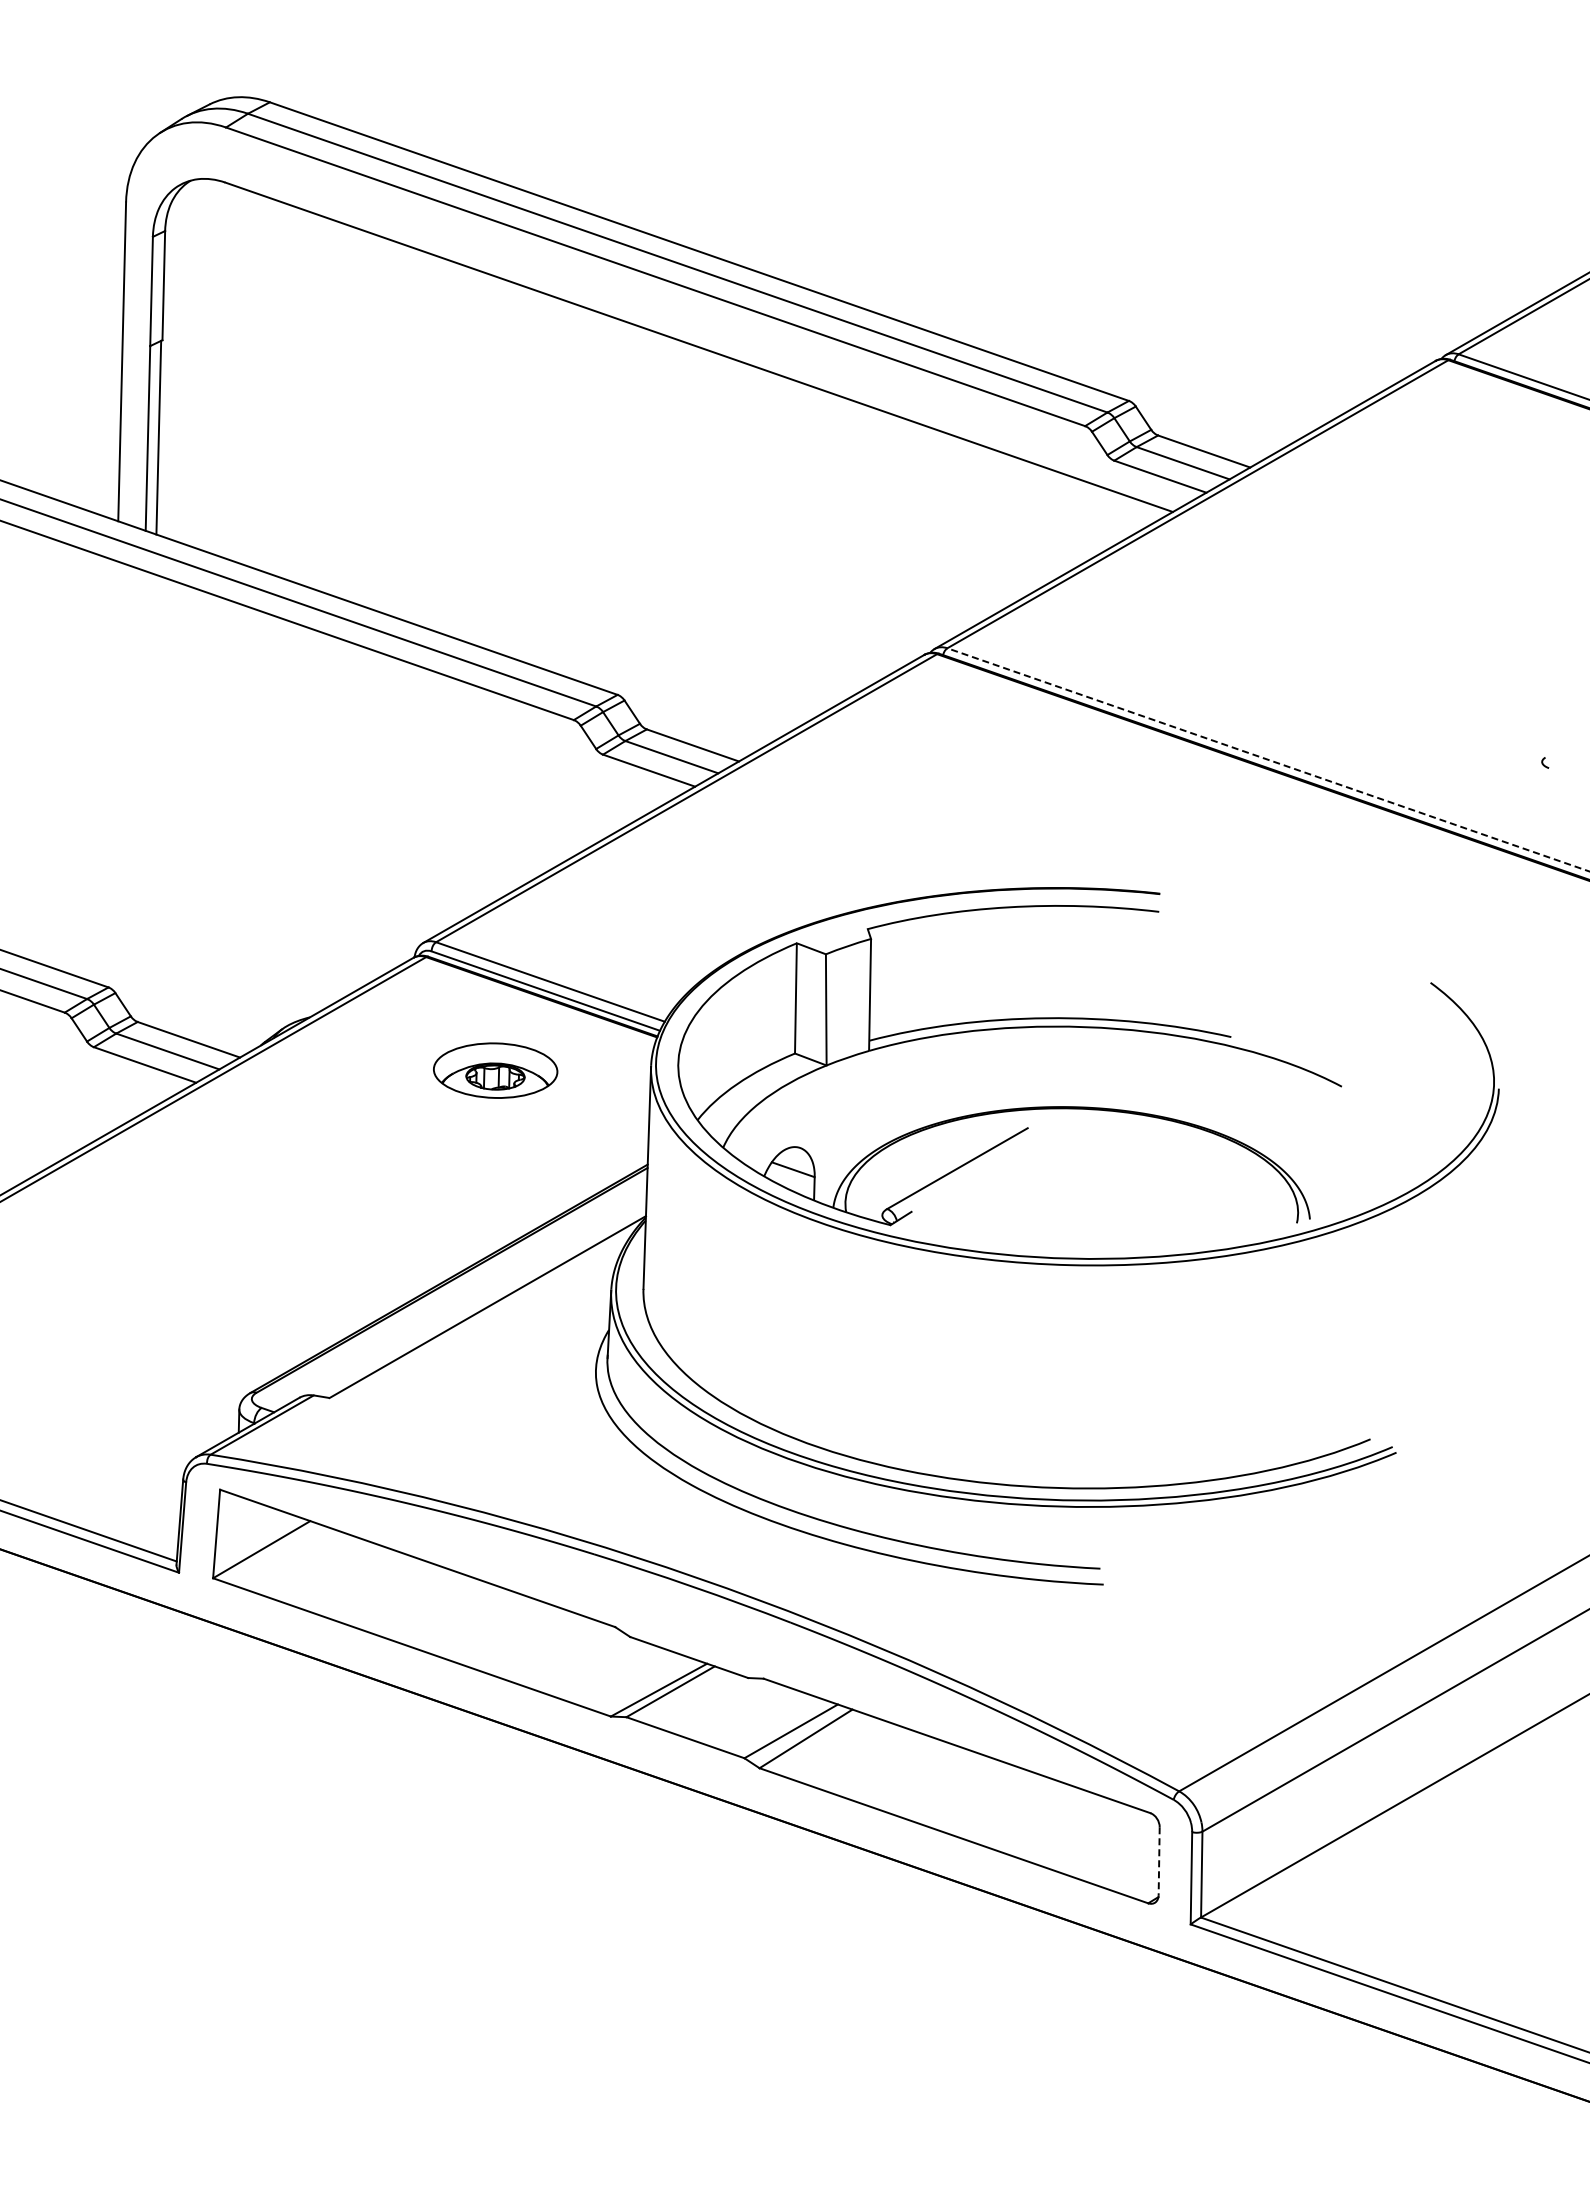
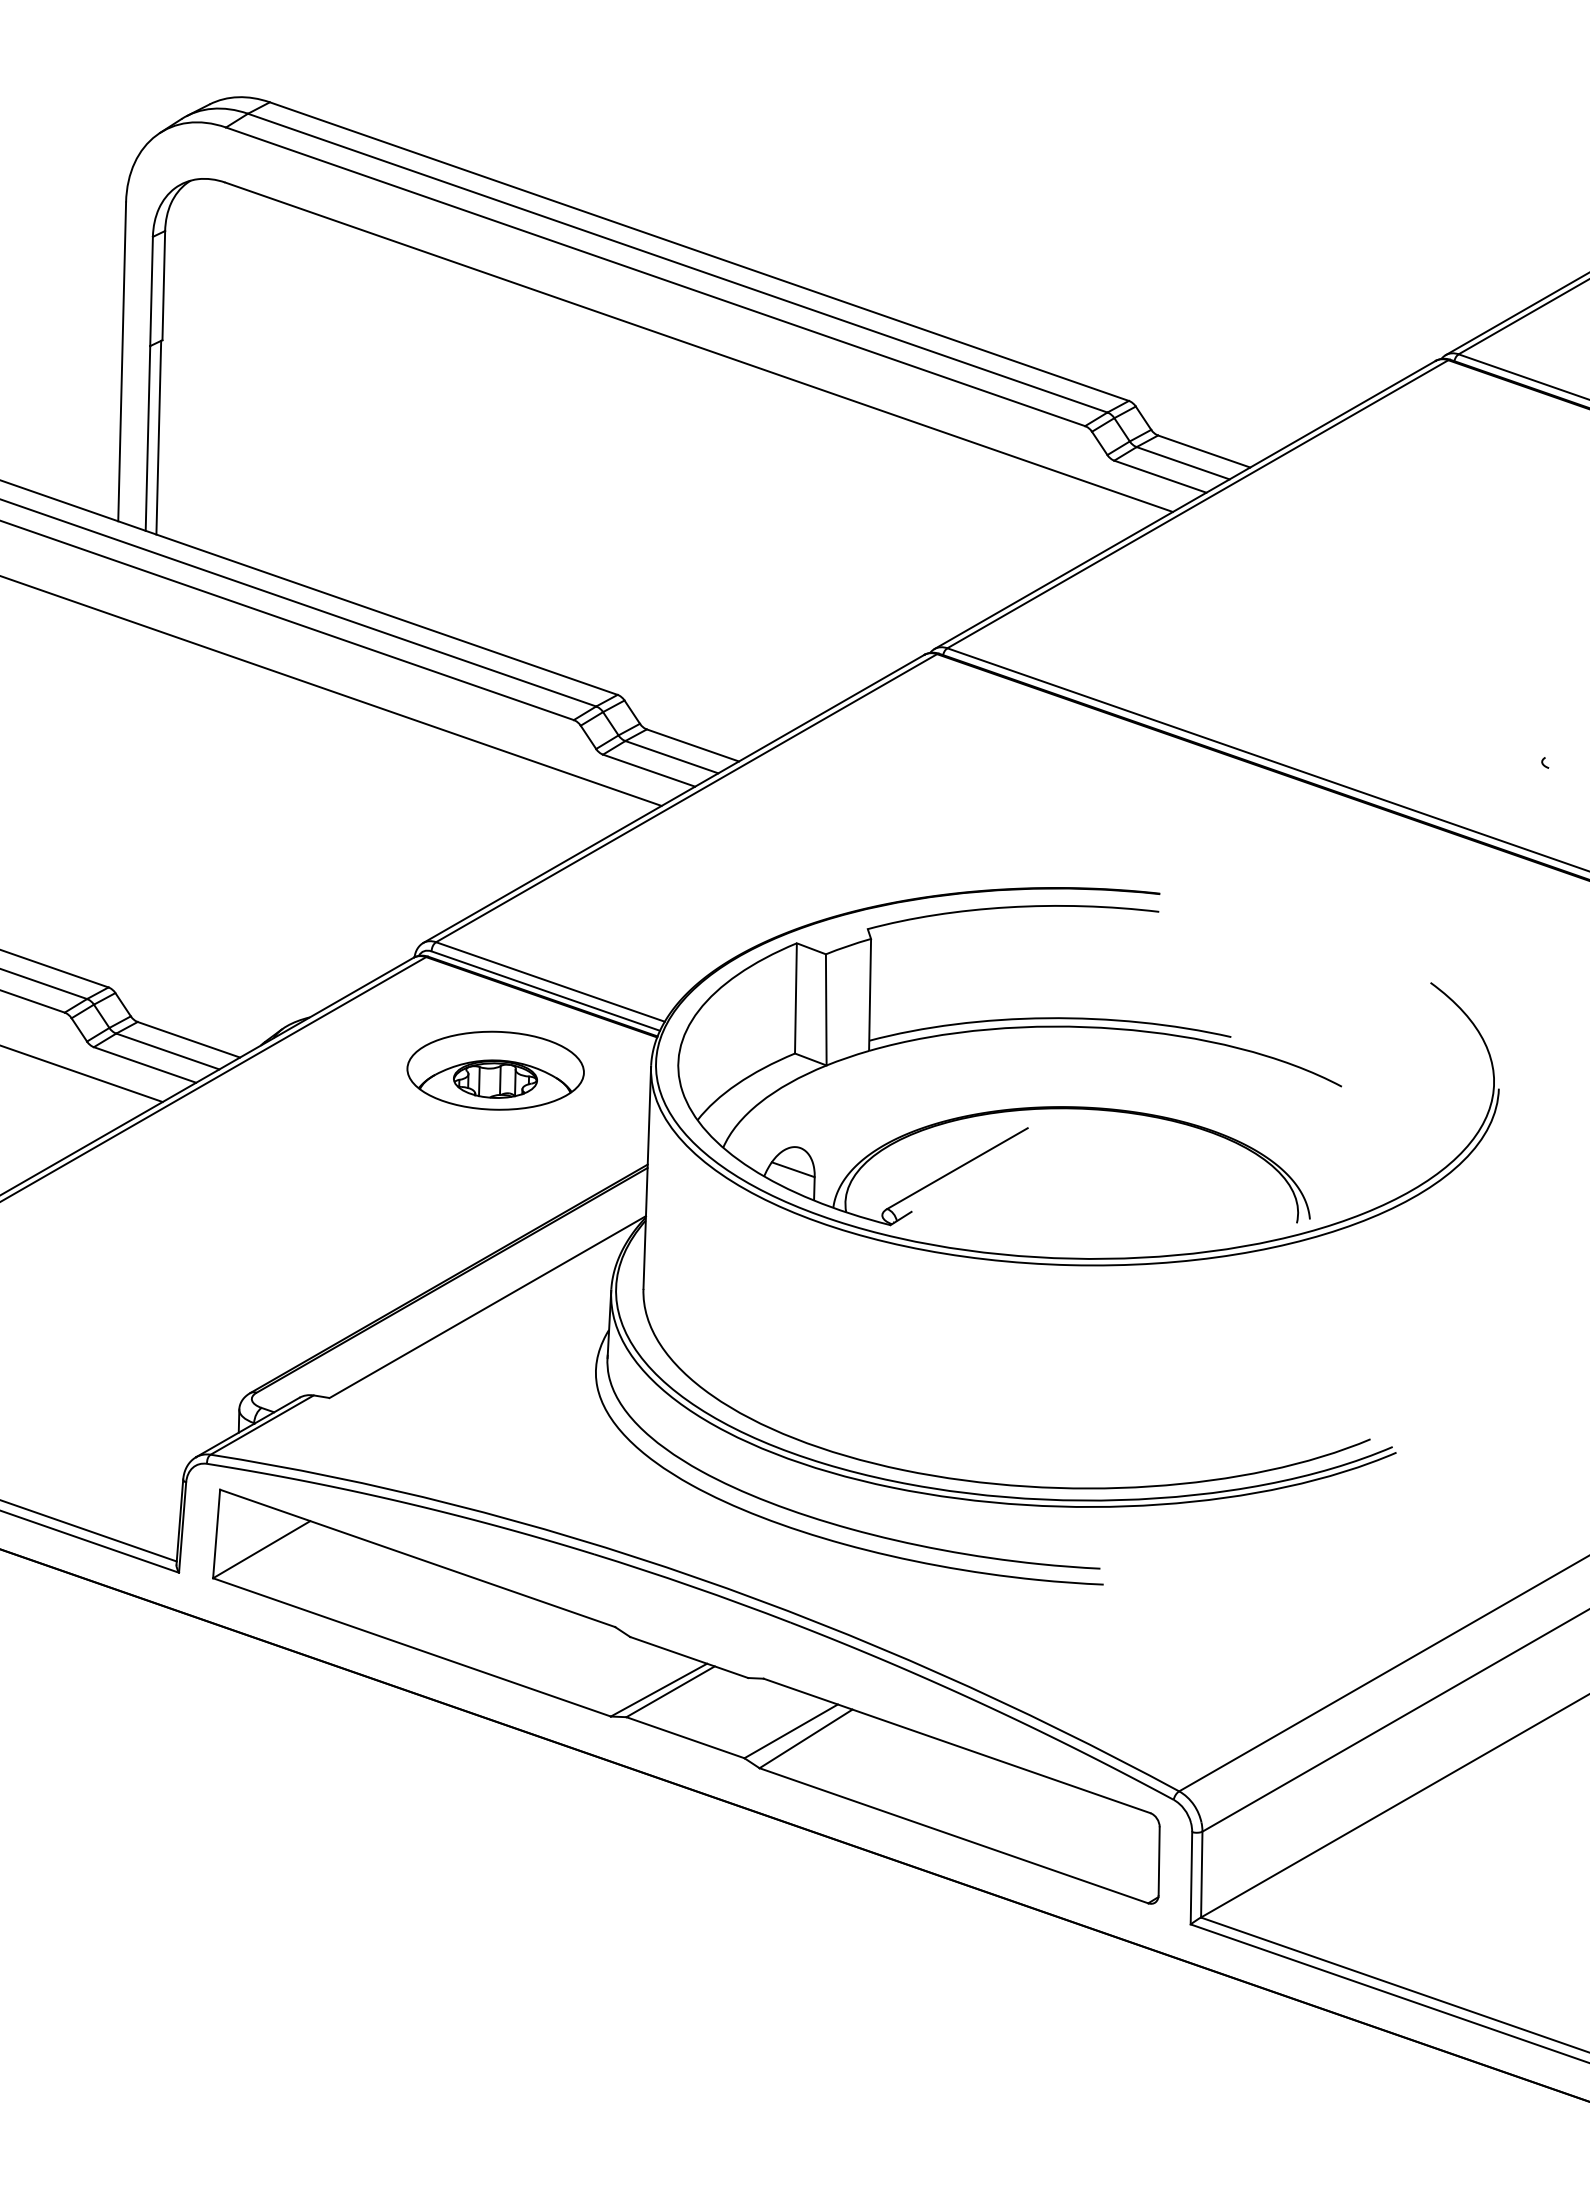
line at (331, 690): none -> present
line at (1268, 759): dashed -> solid
part at (495, 1070) size: 126x57 px -> 179x81 px
line at (82, 1074): none -> present
line at (1159, 1861): dashed -> solid
